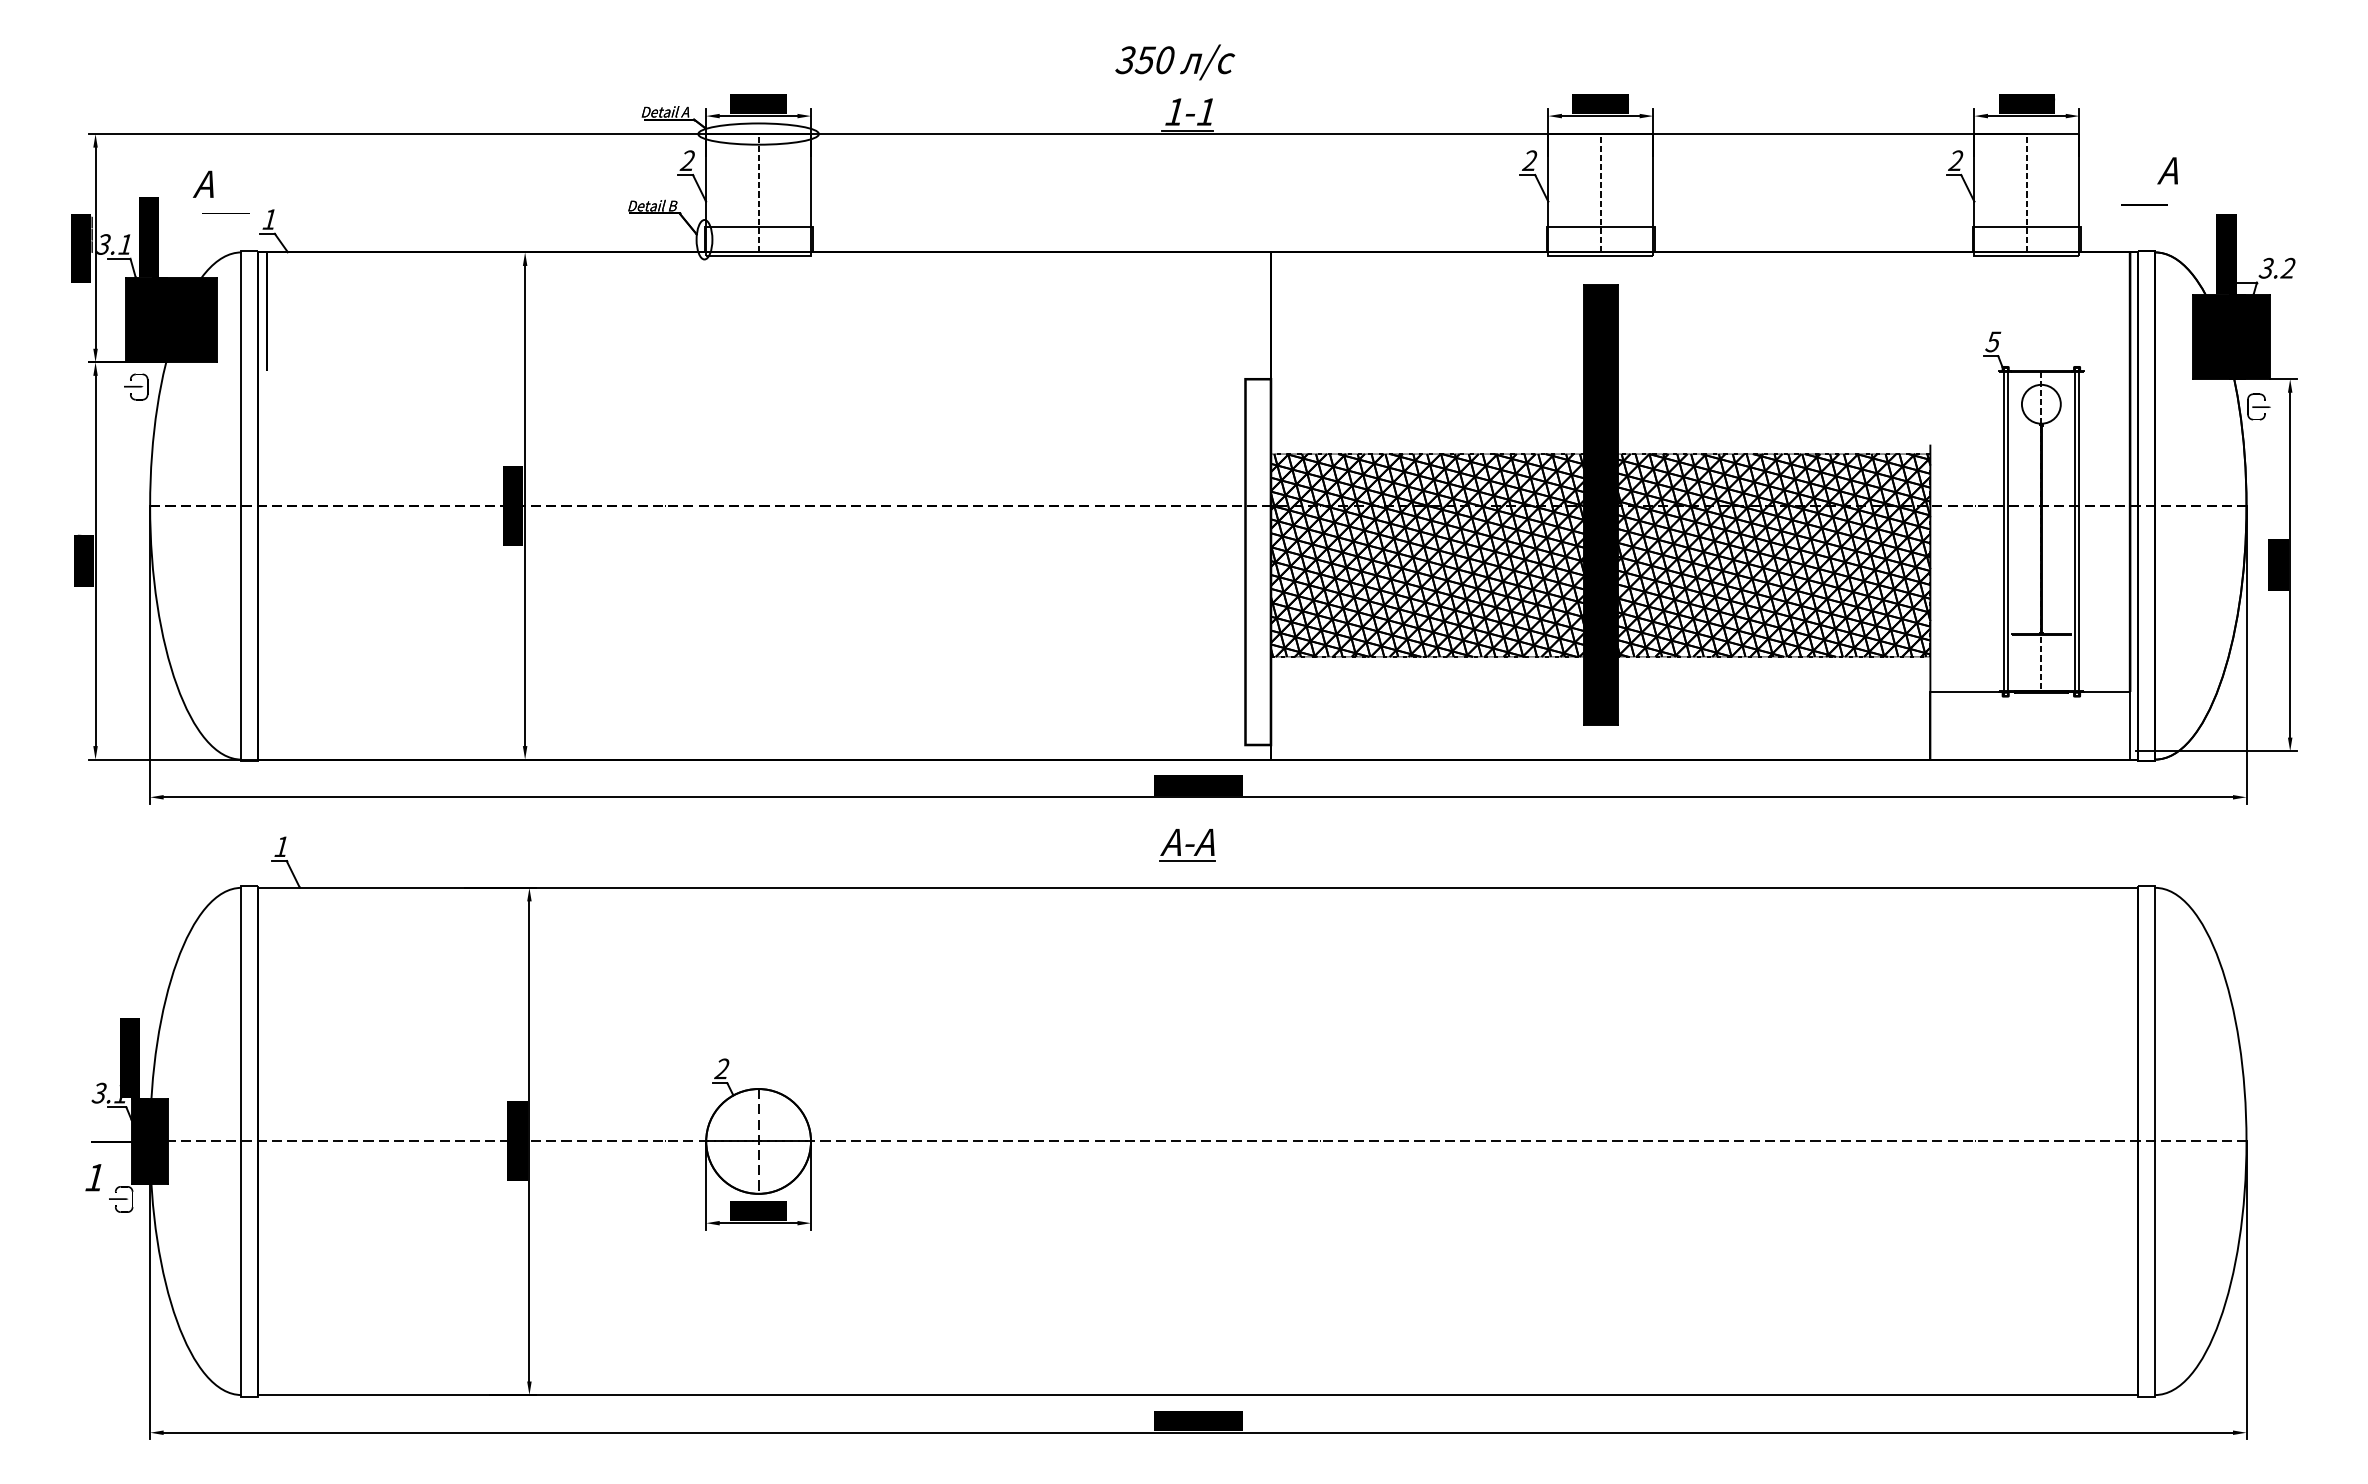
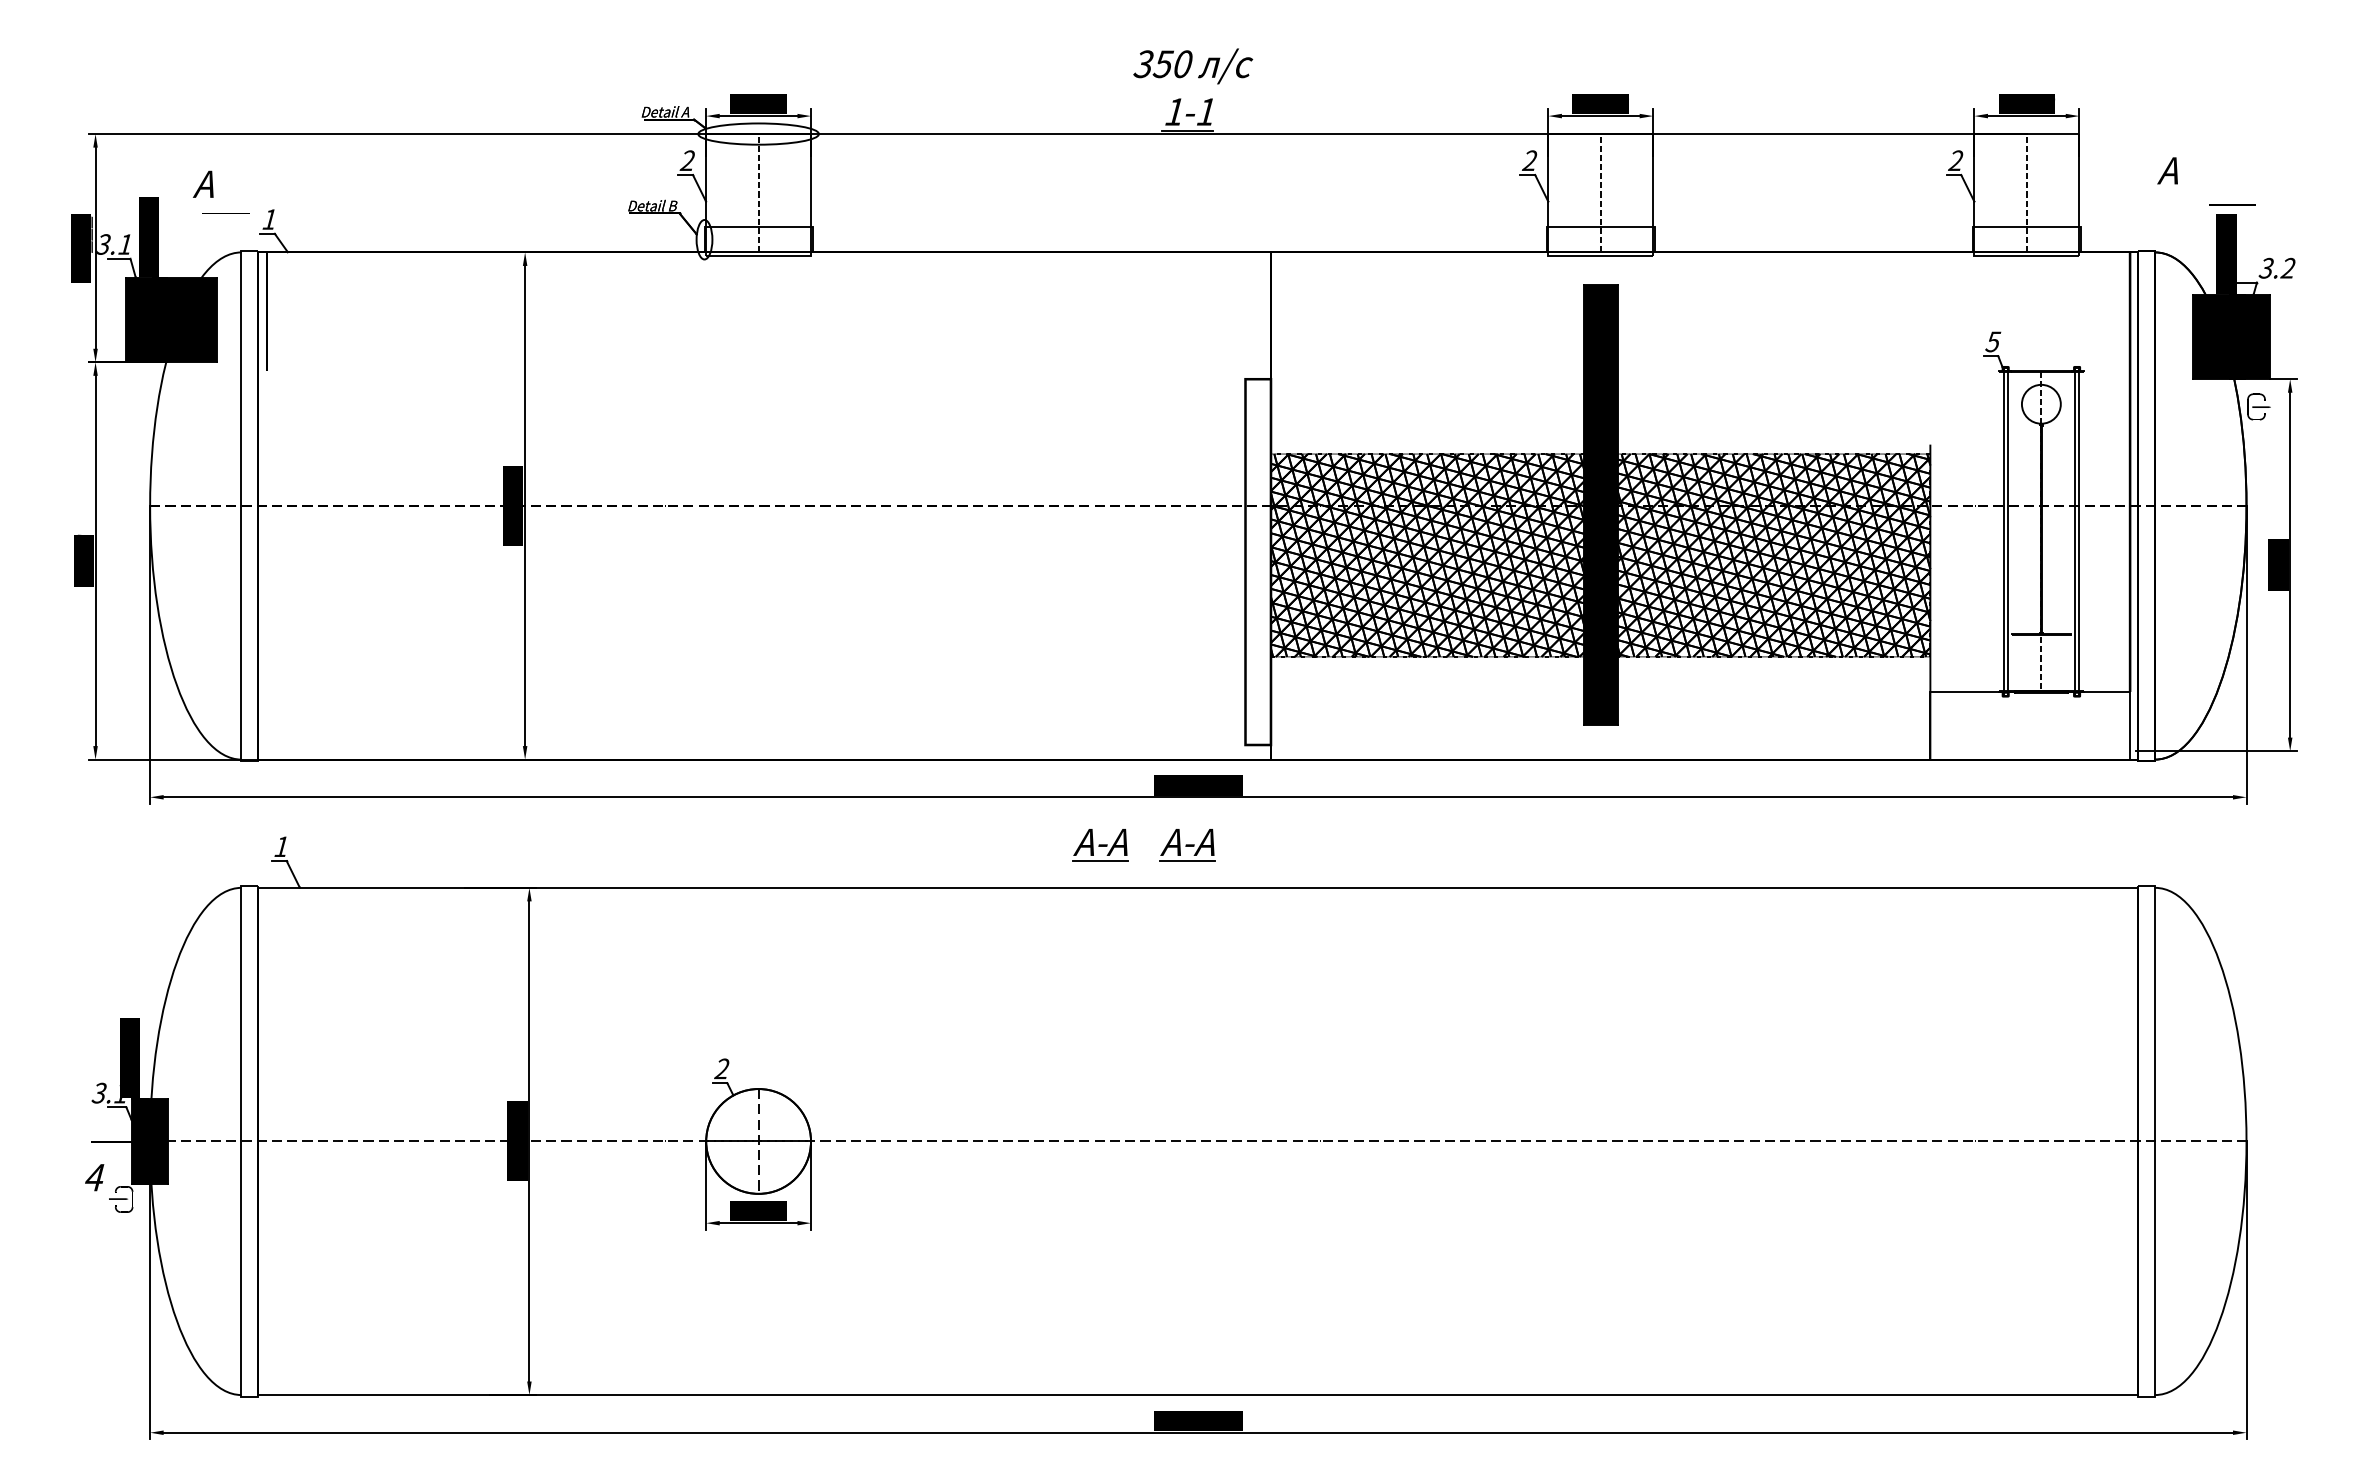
text at (1175, 62) position: (1175, 62) -> (1193, 66)
line at (2144, 204) position: (2144, 204) -> (2232, 204)
part at (136, 386): present -> none
part at (1100, 845): none -> present
text at (94, 1177): 1 -> 4
